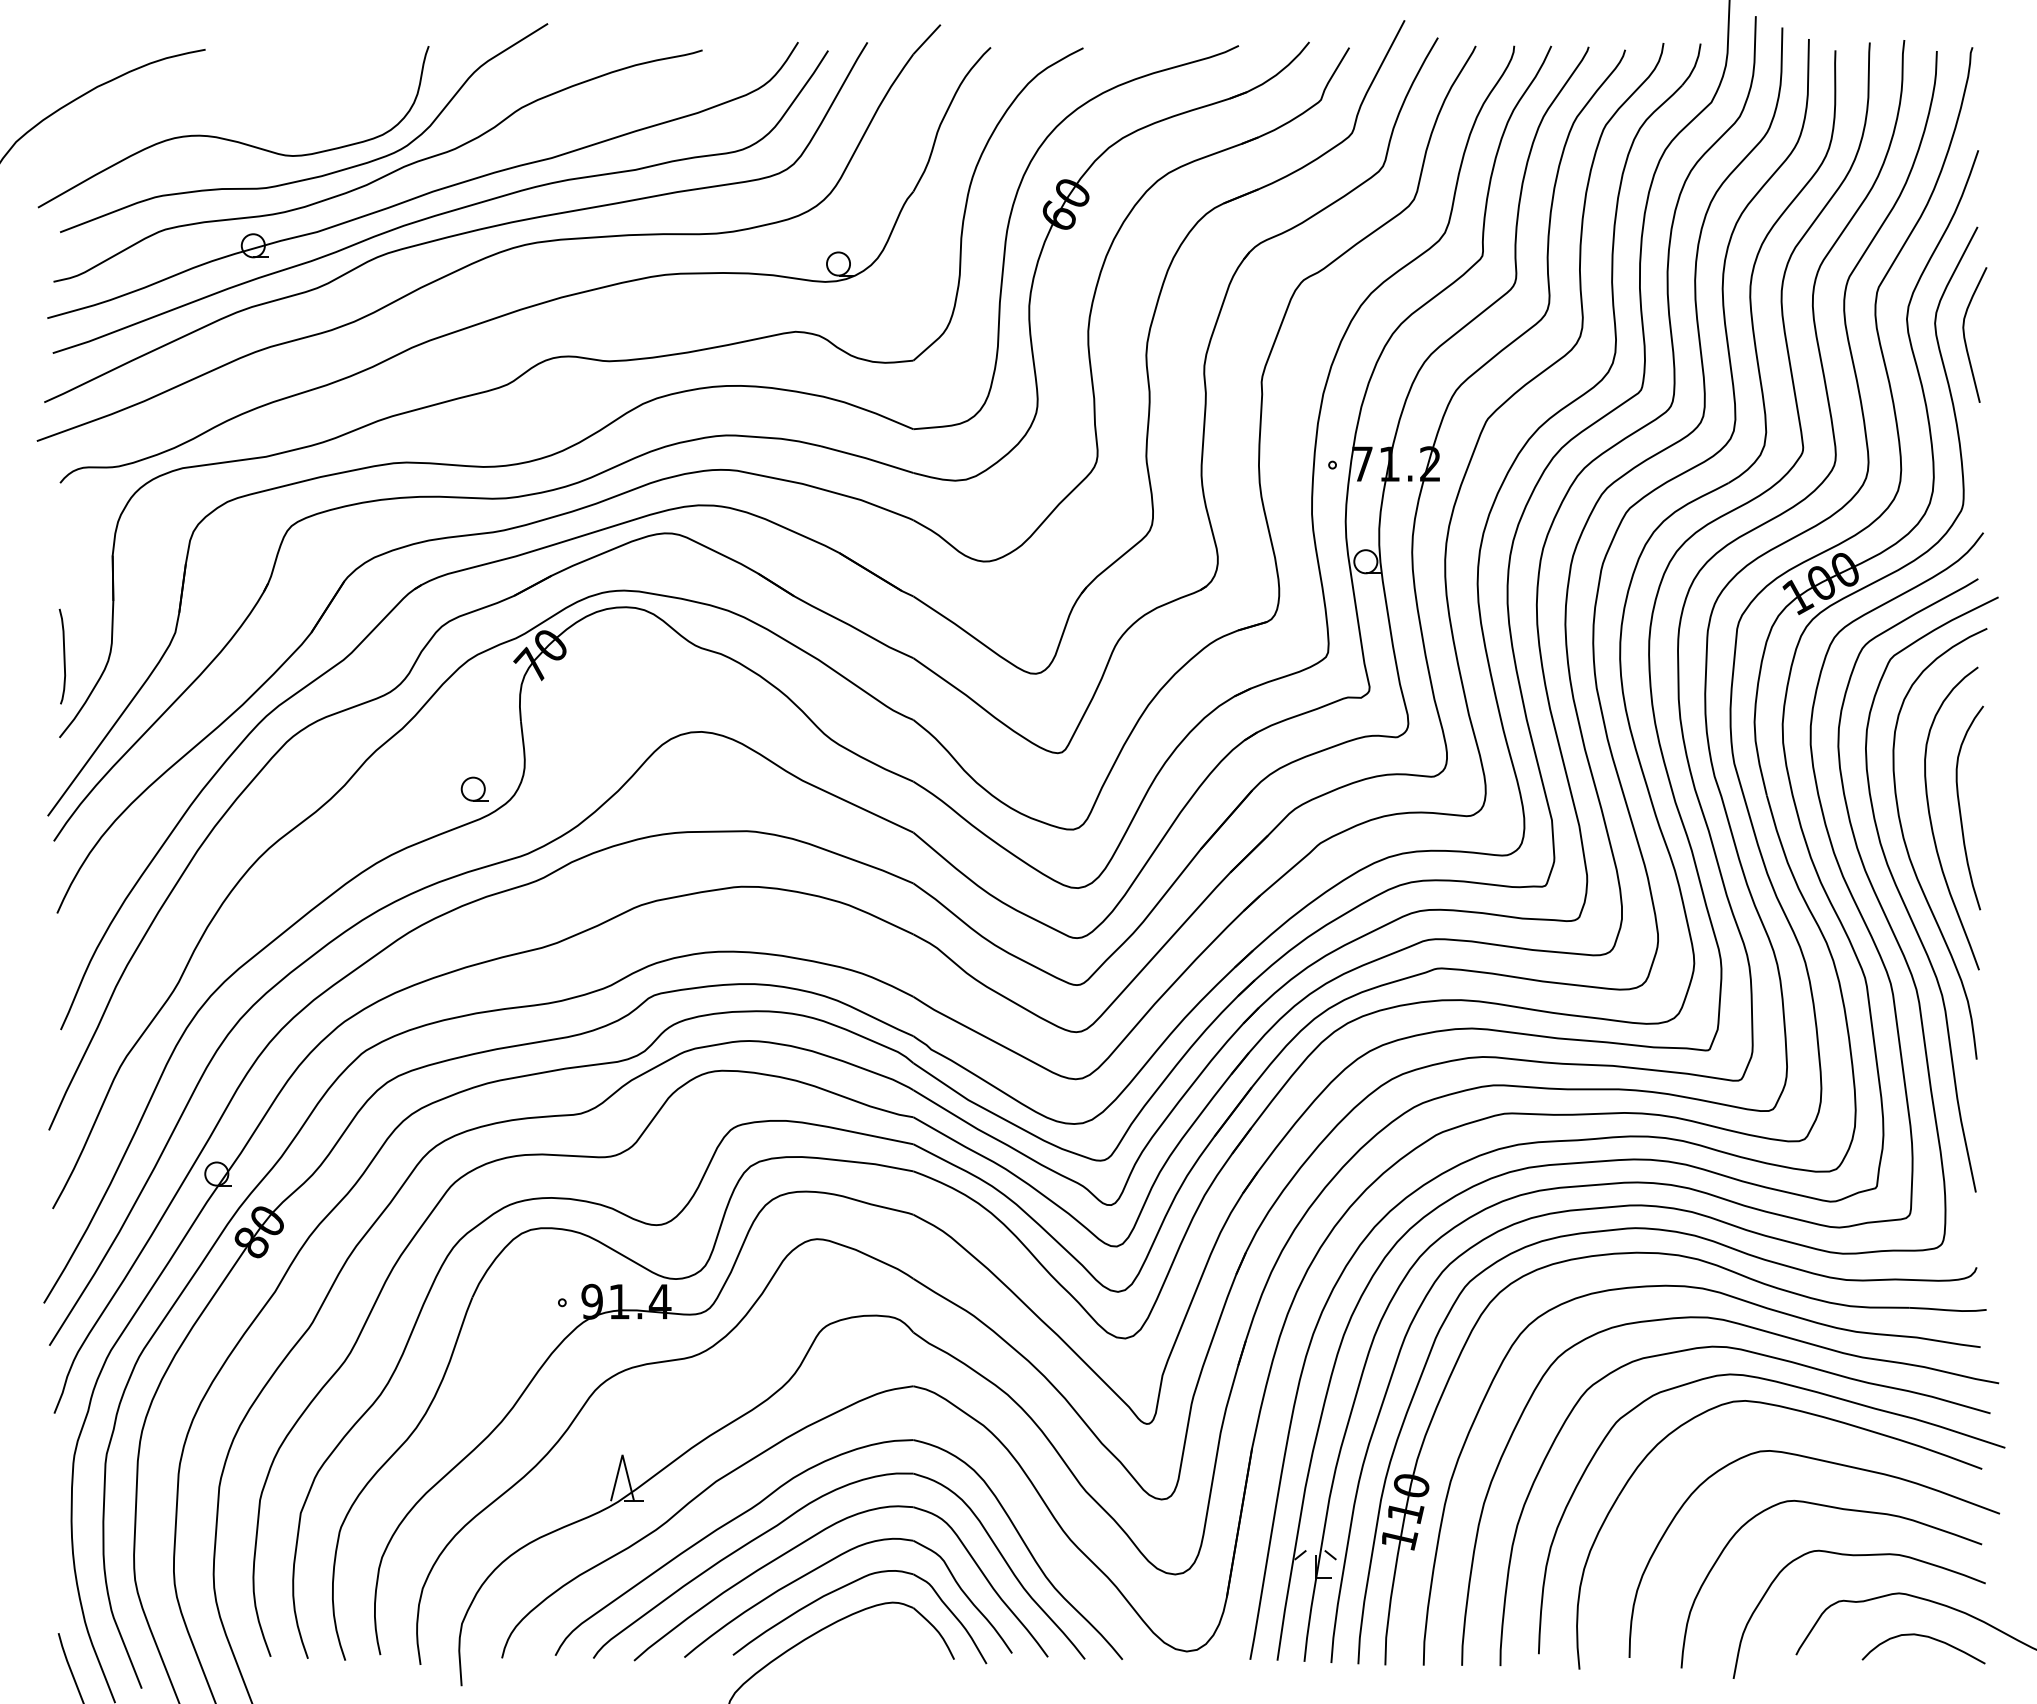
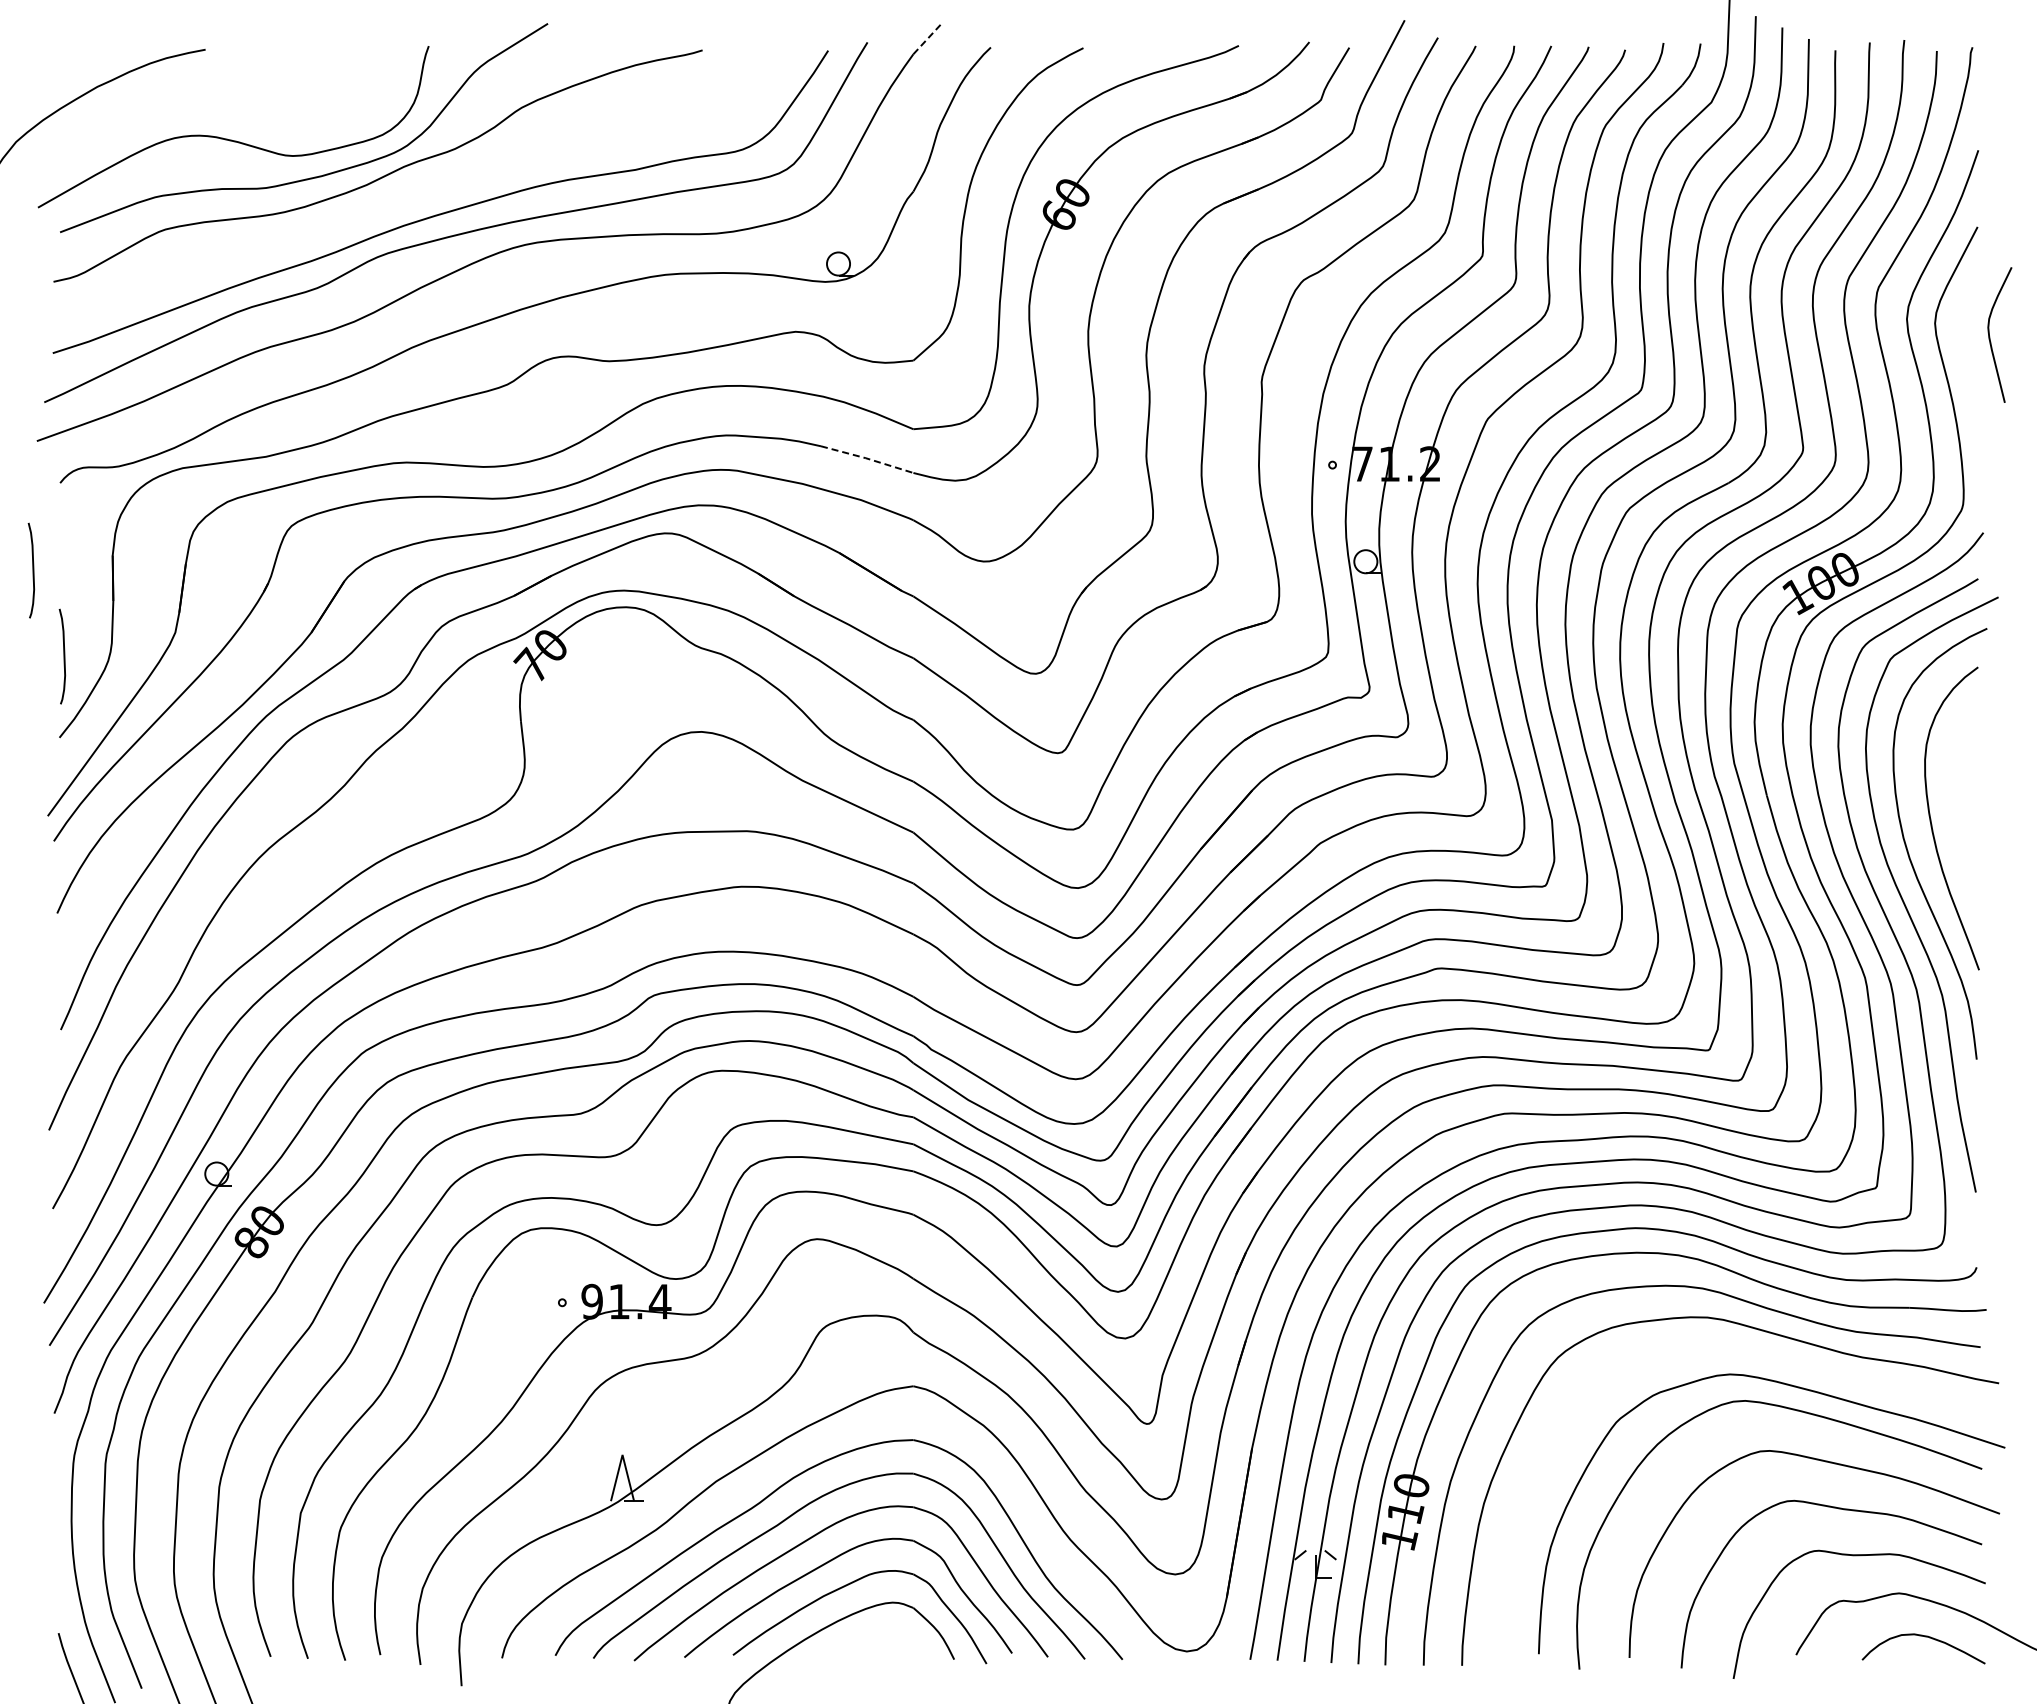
line at (927, 39): solid -> dashed
part at (427, 192): present -> none
curve at (1965, 336) position: (1965, 336) -> (1990, 336)
line at (866, 458): solid -> dashed
curve at (32, 570): none -> present
part at (474, 788): present -> none
curve at (1960, 807): present -> none
curve at (1780, 1360): present -> none
